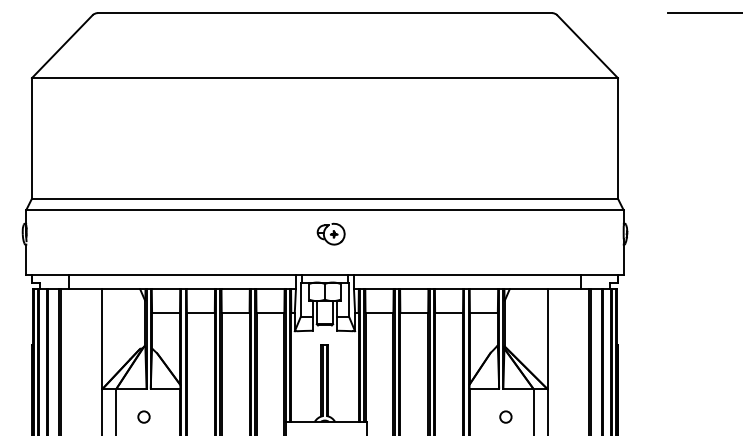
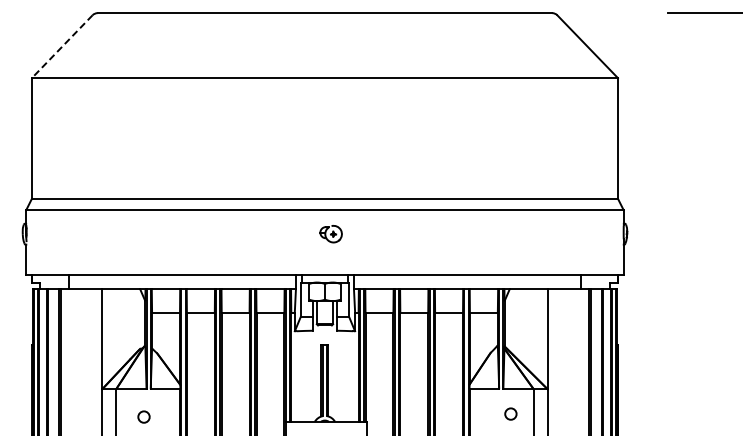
line at (62, 46): solid -> dashed
part at (330, 233) size: 30x24 px -> 24x19 px
circle at (505, 416) position: (505, 416) -> (510, 413)
